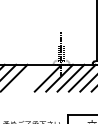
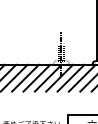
line at (25, 77): none -> present
line at (36, 77): none -> present
